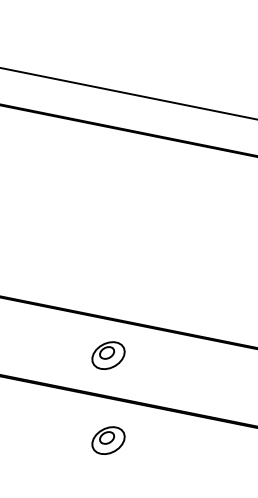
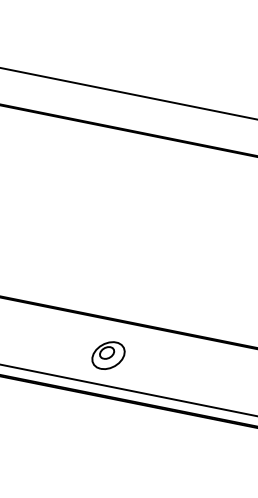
line at (128, 390): none -> present
part at (108, 440): present -> none
